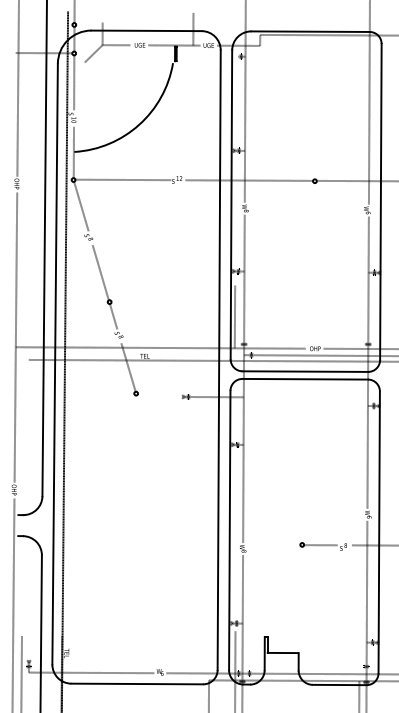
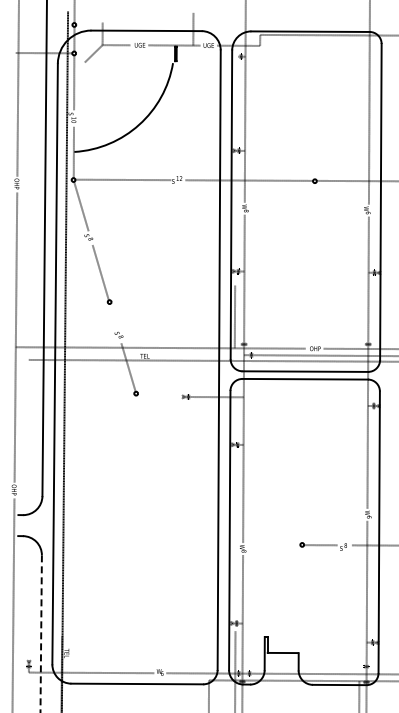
line at (113, 316): present -> none
line at (41, 633): solid -> dashed
line at (21, 672): present -> none
